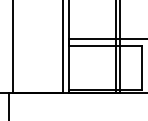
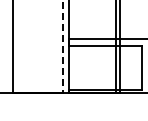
line at (62, 46): solid -> dashed
line at (9, 104): present -> none
